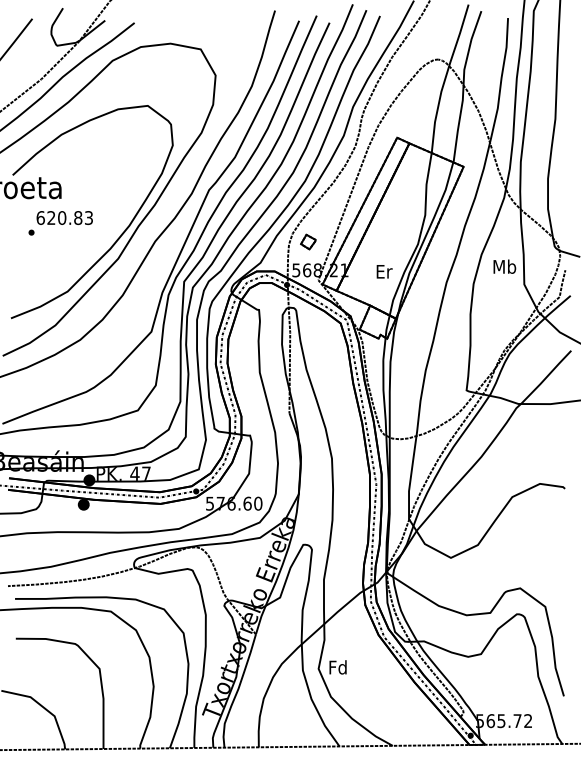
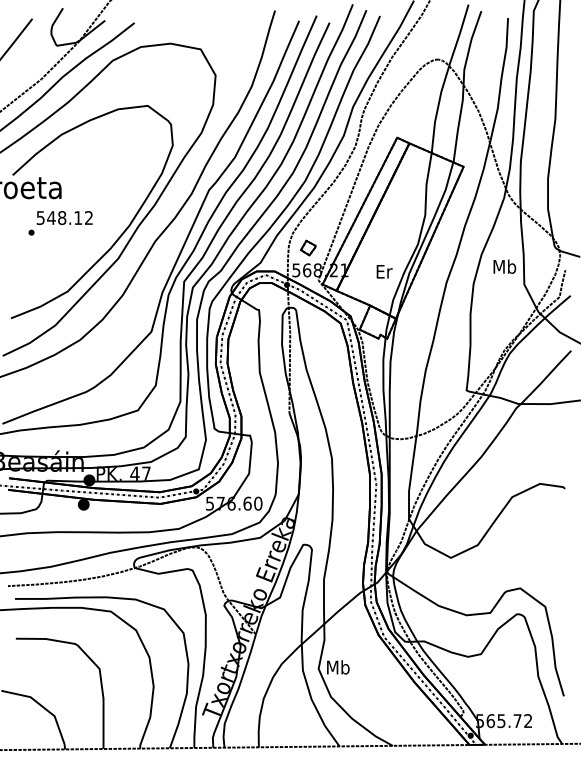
text at (64, 218): 620.83 -> 548.12
part at (308, 241) position: (308, 241) -> (308, 247)
text at (338, 667): Fd -> Mb
